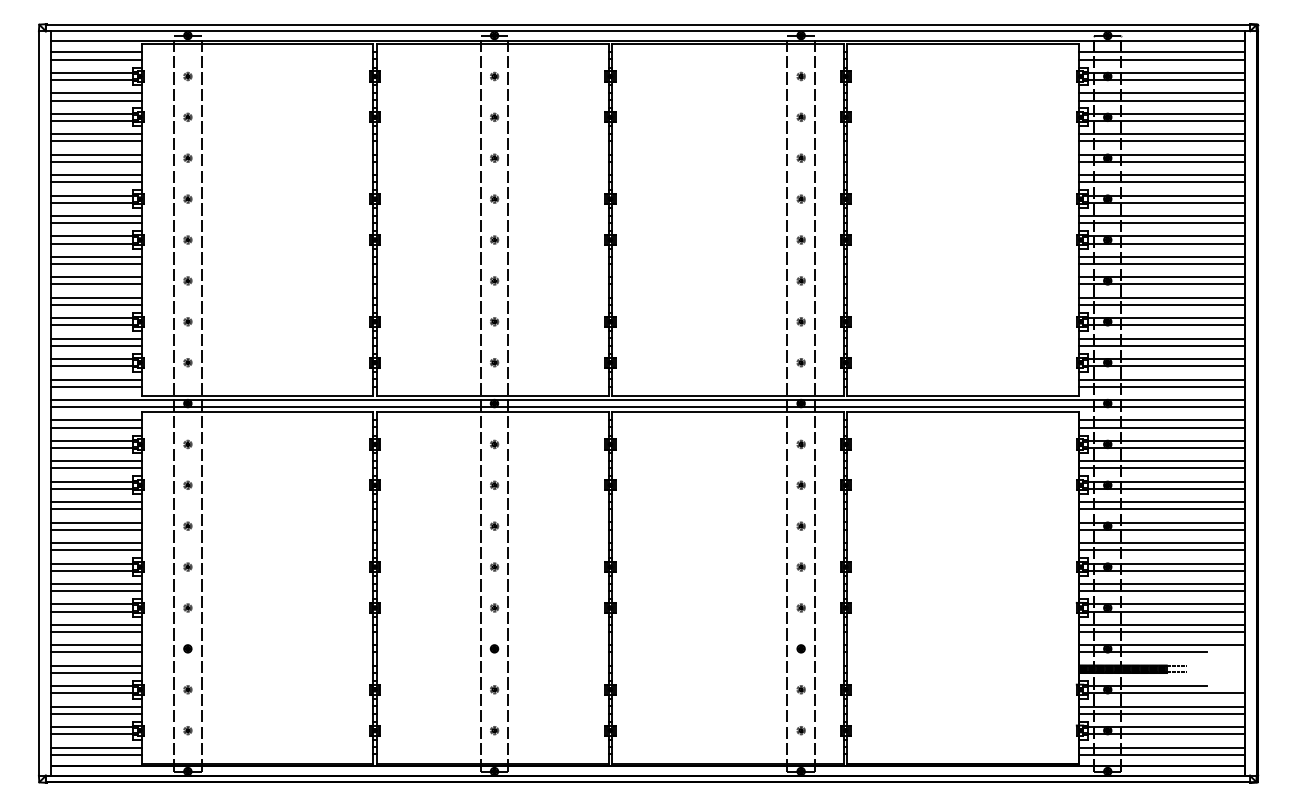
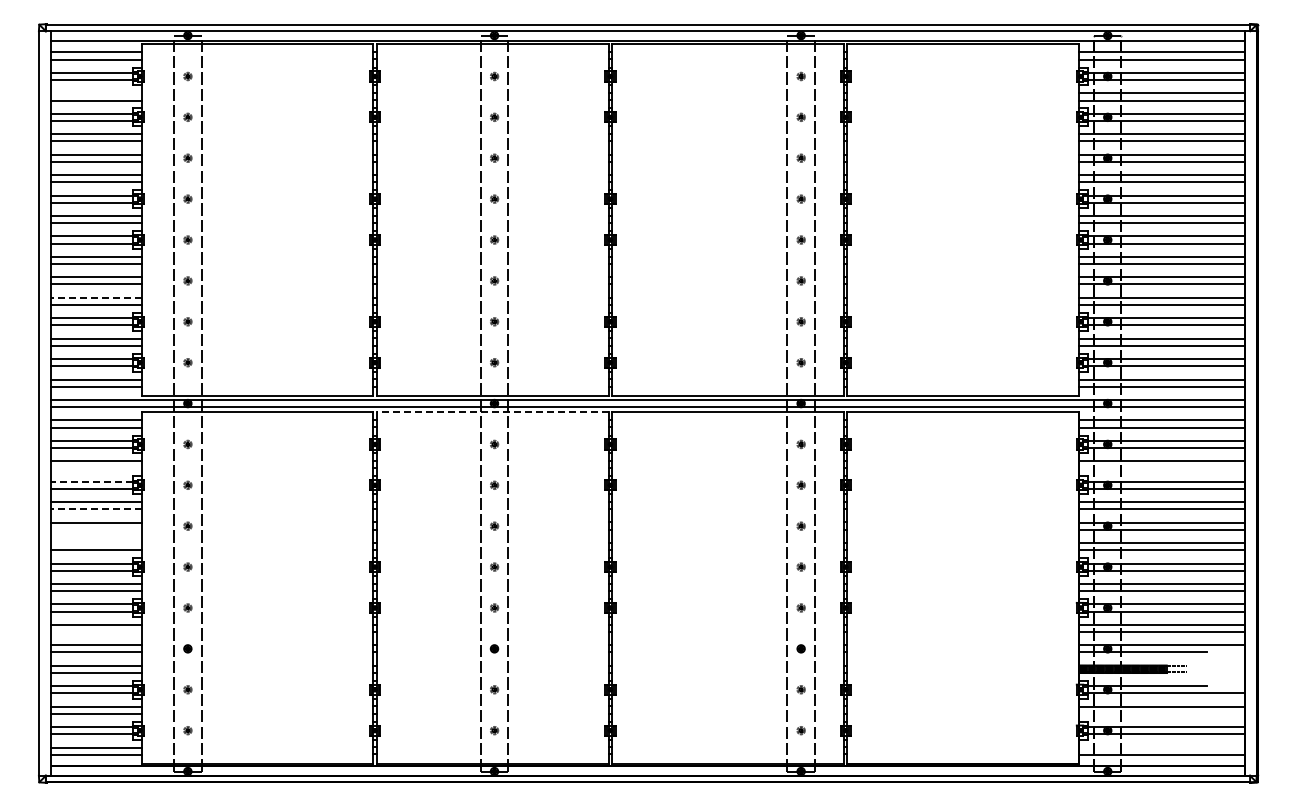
line at (95, 93): present -> none
line at (95, 297): solid -> dashed
line at (492, 411): solid -> dashed
line at (95, 468): present -> none
line at (1161, 468): present -> none
line at (91, 481): solid -> dashed
line at (95, 509): solid -> dashed
line at (95, 529): present -> none
line at (95, 543): present -> none
line at (95, 632): present -> none
line at (1161, 713): present -> none
line at (1161, 747): present -> none
